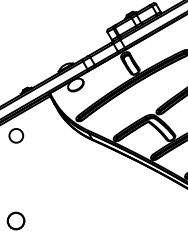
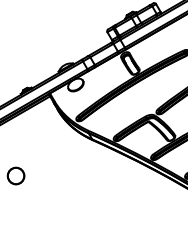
circle at (16, 135): present -> none
part at (15, 220) position: (15, 220) -> (15, 175)
